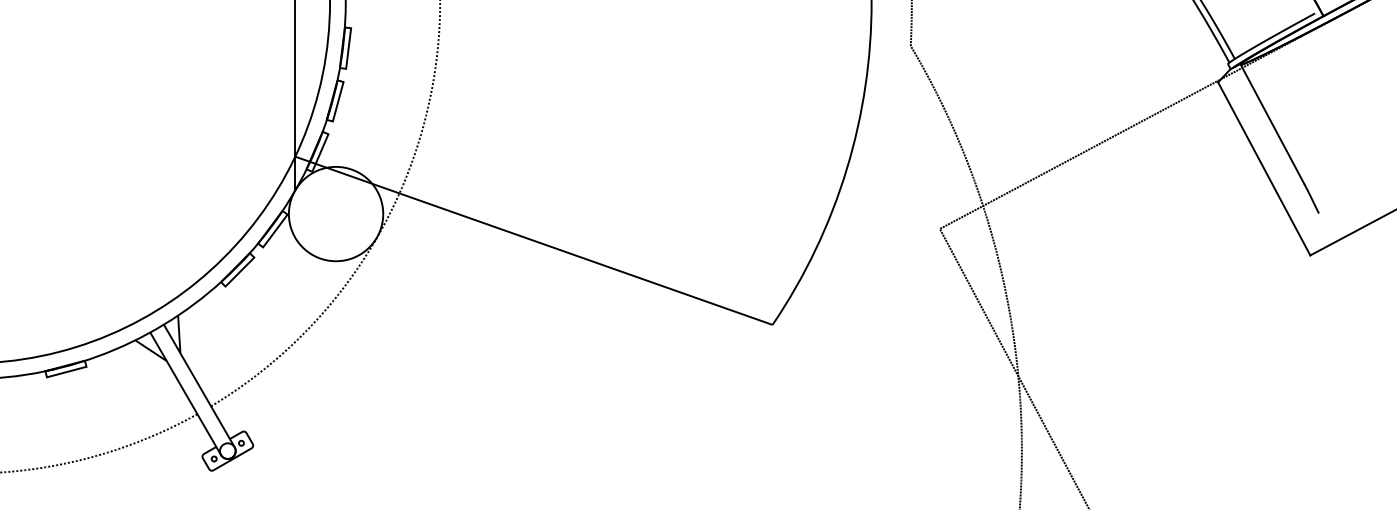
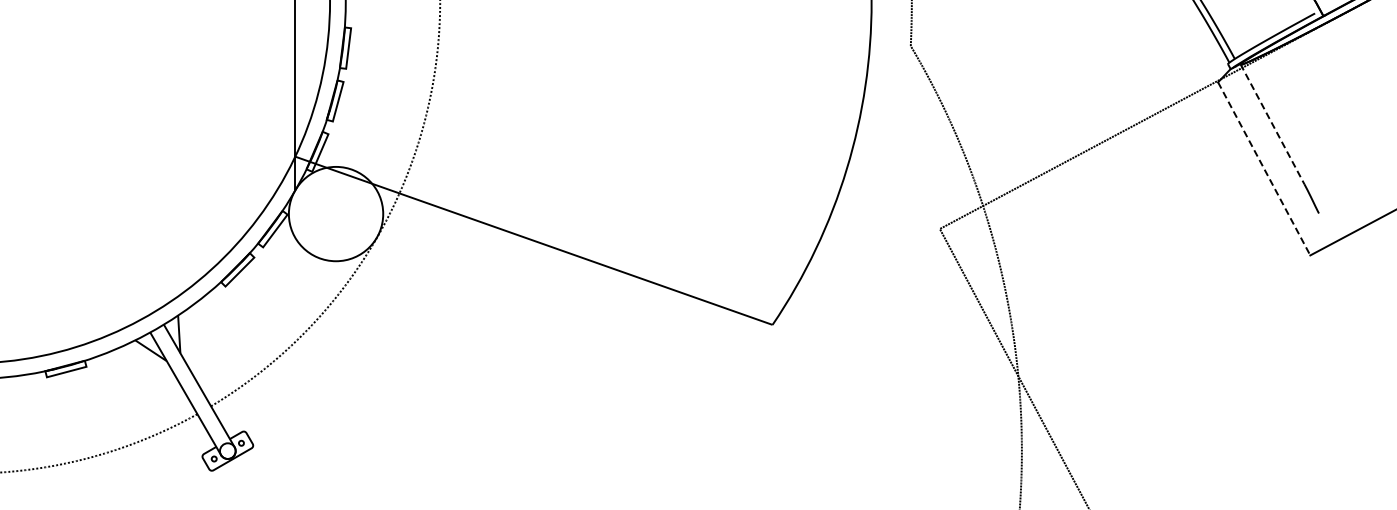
line at (1272, 124): solid -> dashed
line at (1264, 169): solid -> dashed
